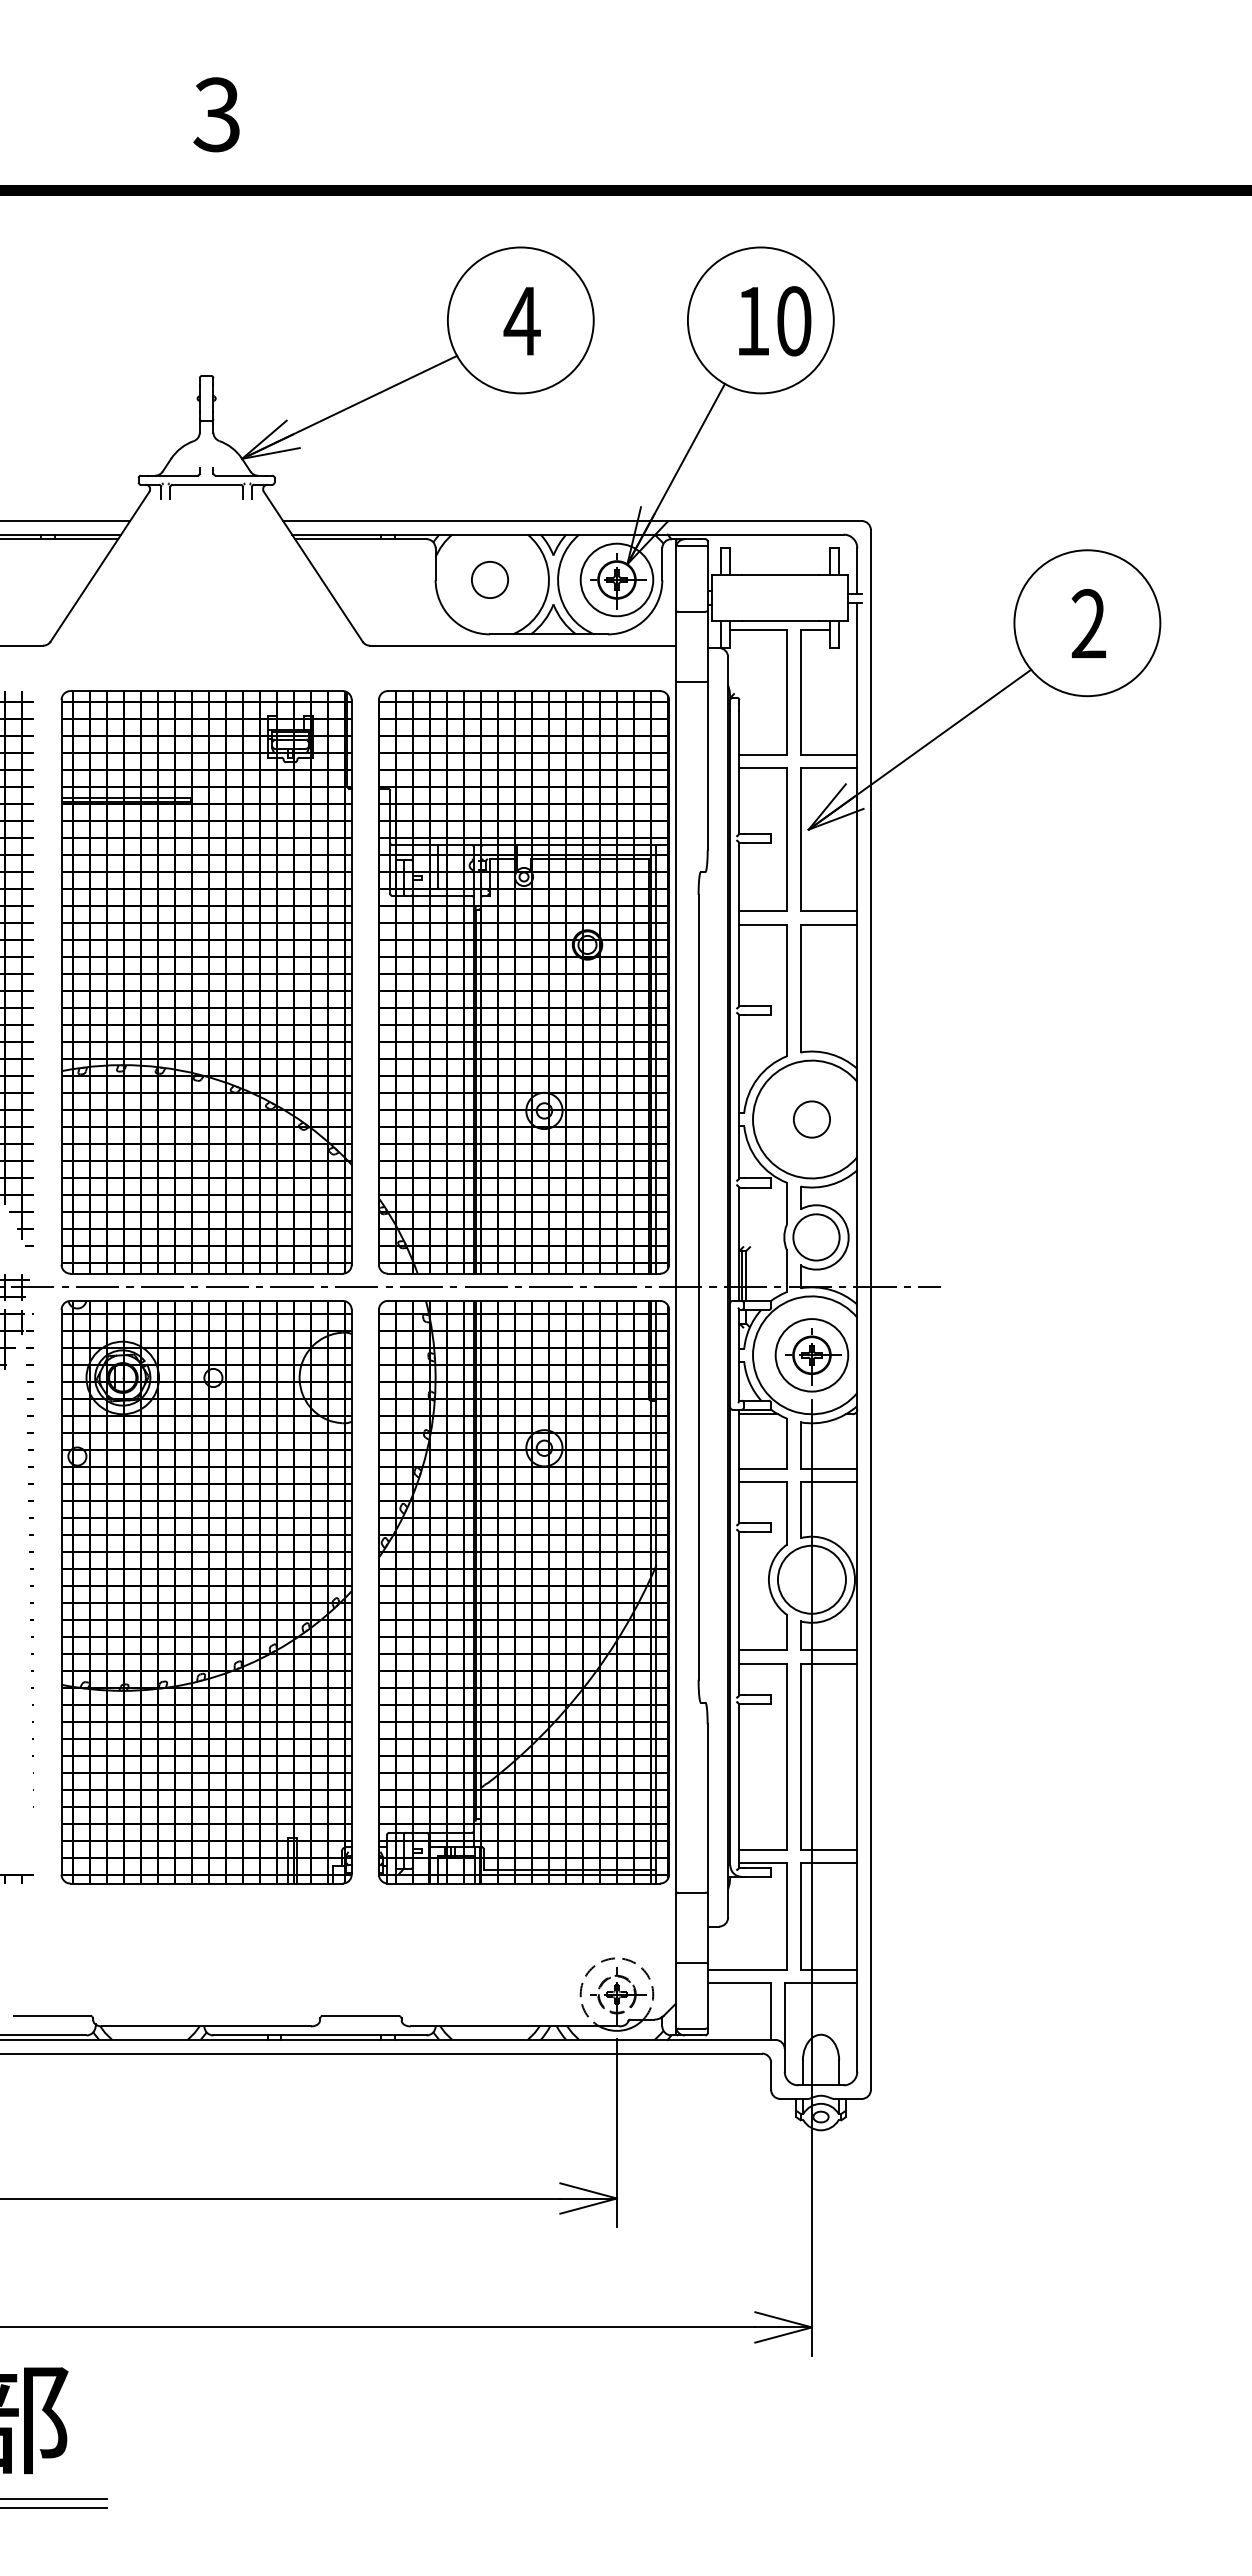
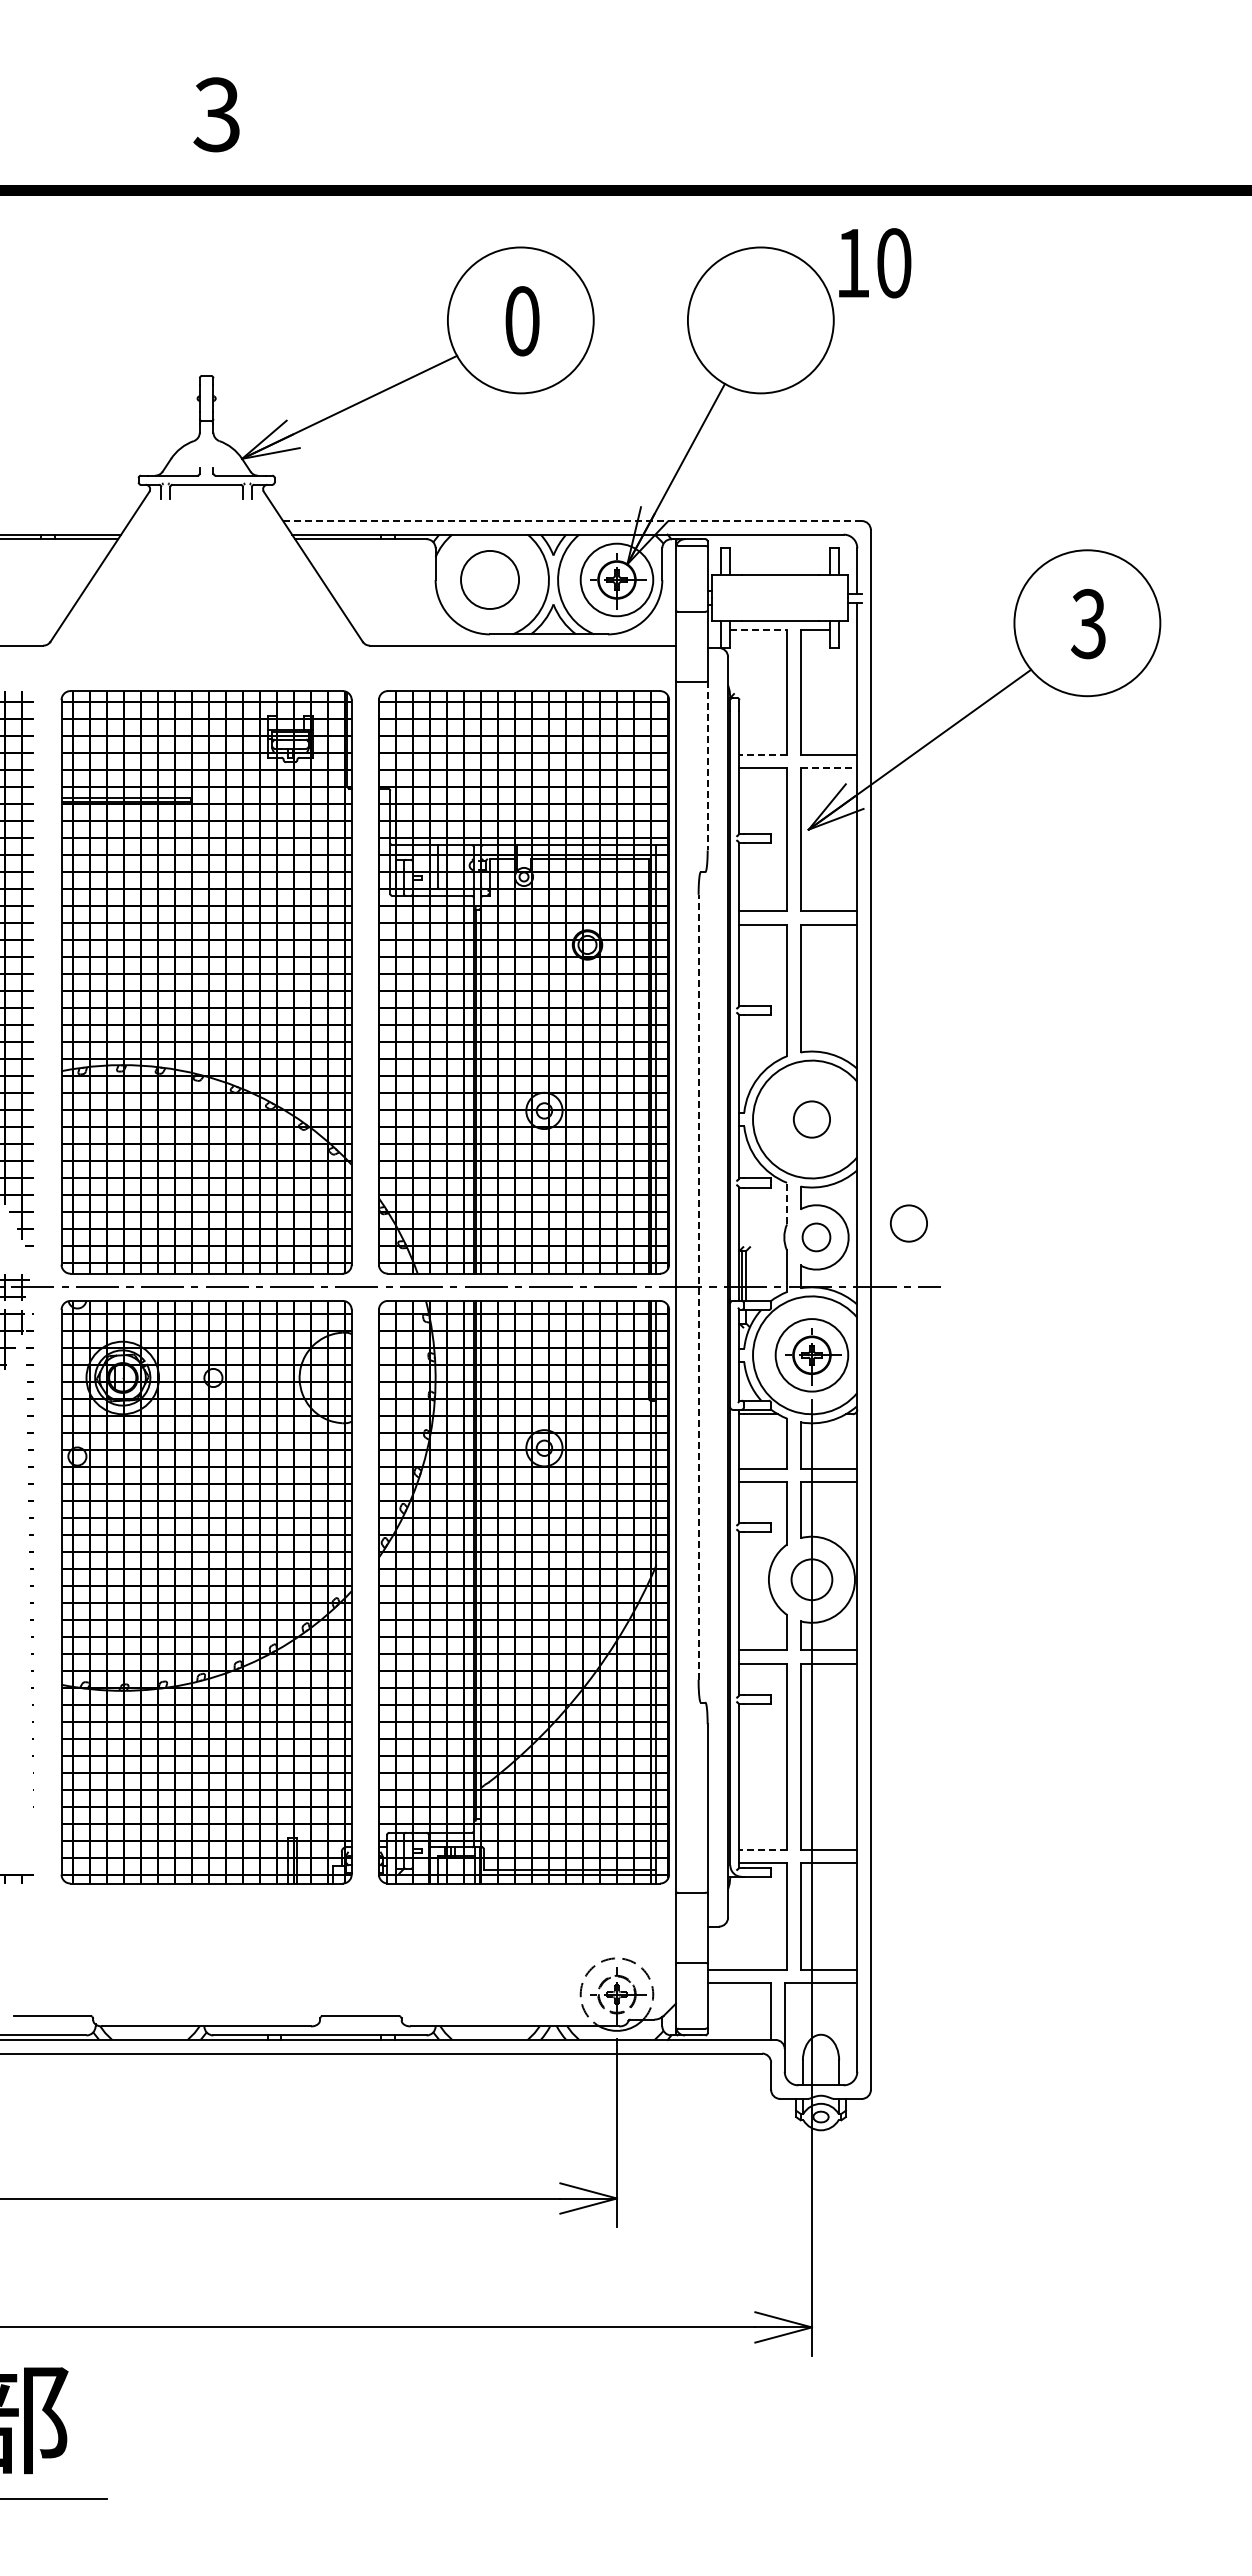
text at (521, 321): 4 -> 0
text at (775, 321) position: (775, 321) -> (875, 263)
line at (66, 521): present -> none
line at (572, 521): solid -> dashed
circle at (489, 579) diameter: 36 px -> 58 px
text at (1088, 624): 2 -> 3
line at (759, 629): solid -> dashed
line at (763, 754): solid -> dashed
line at (707, 765): solid -> dashed
line at (829, 768): solid -> dashed
line at (787, 1203): solid -> dashed
circle at (908, 1223): none -> present
circle at (816, 1237) diameter: 46 px -> 28 px
line at (698, 1287): solid -> dashed
circle at (811, 1579) diameter: 68 px -> 41 px
line at (763, 1849): solid -> dashed
line at (54, 2507): present -> none
